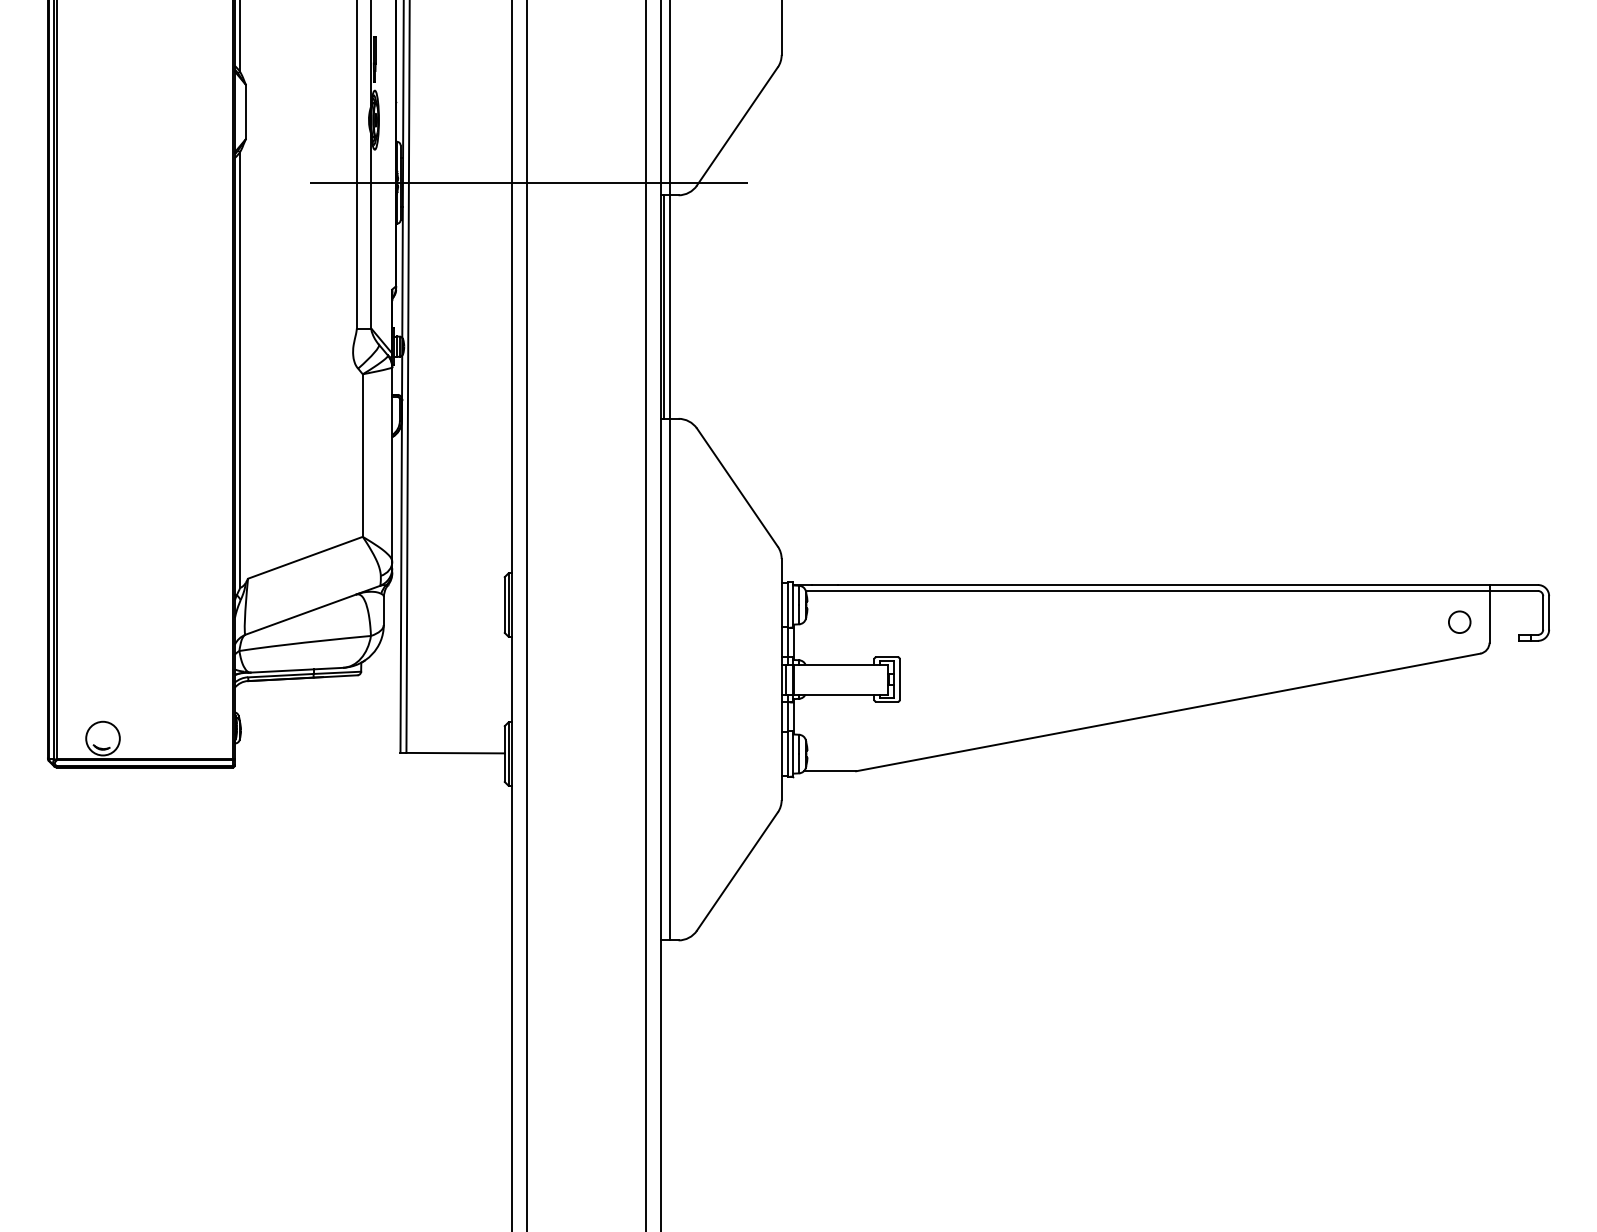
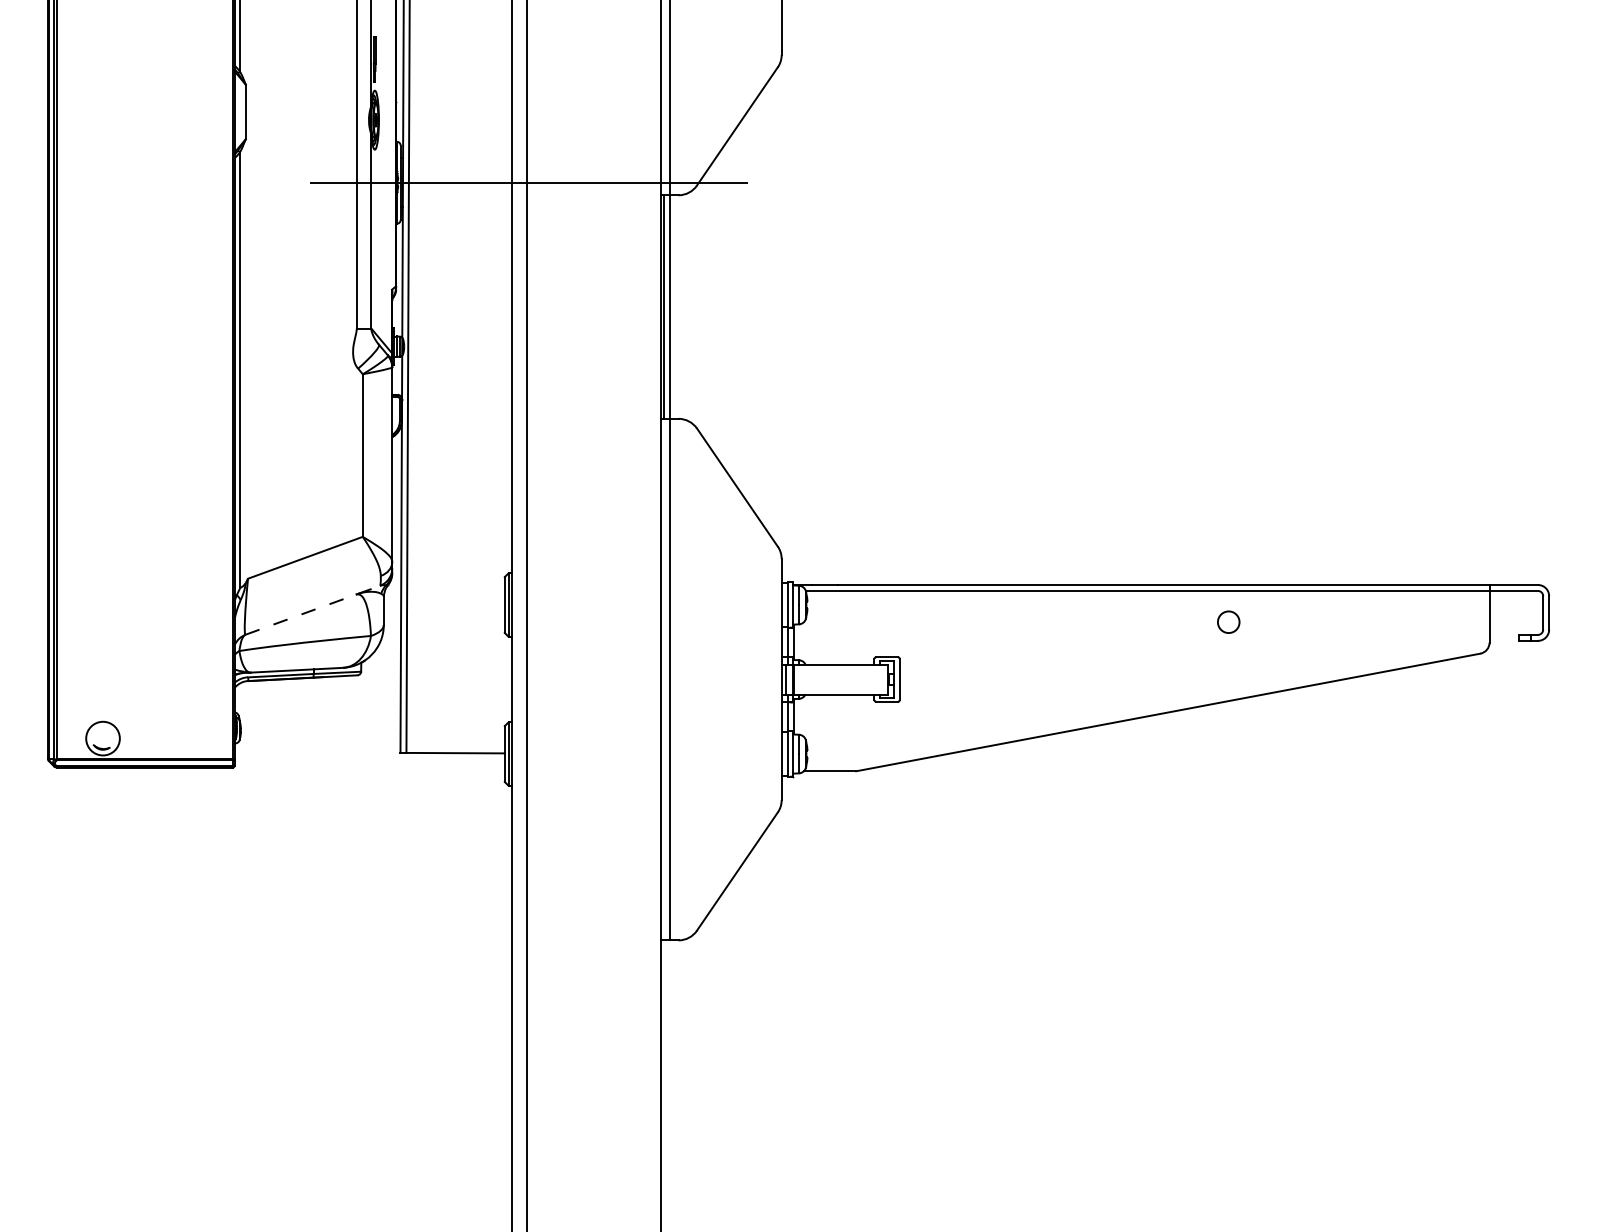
line at (312, 610): solid -> dashed
line at (646, 615): present -> none
circle at (1459, 621) position: (1459, 621) -> (1228, 621)
